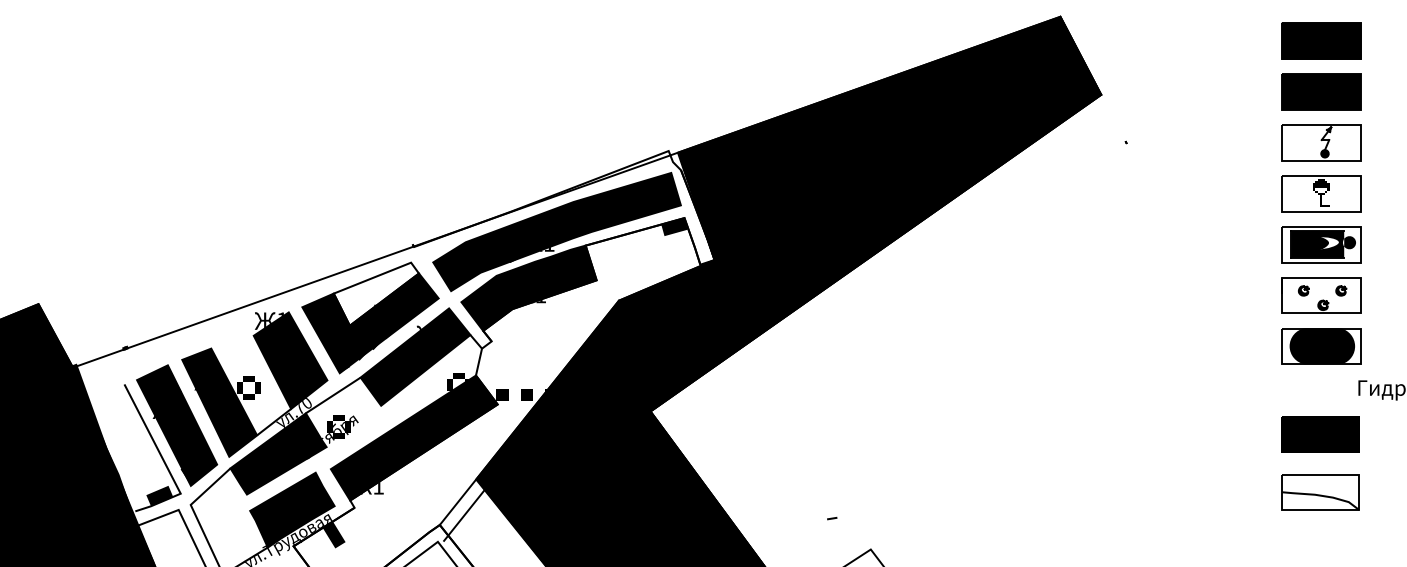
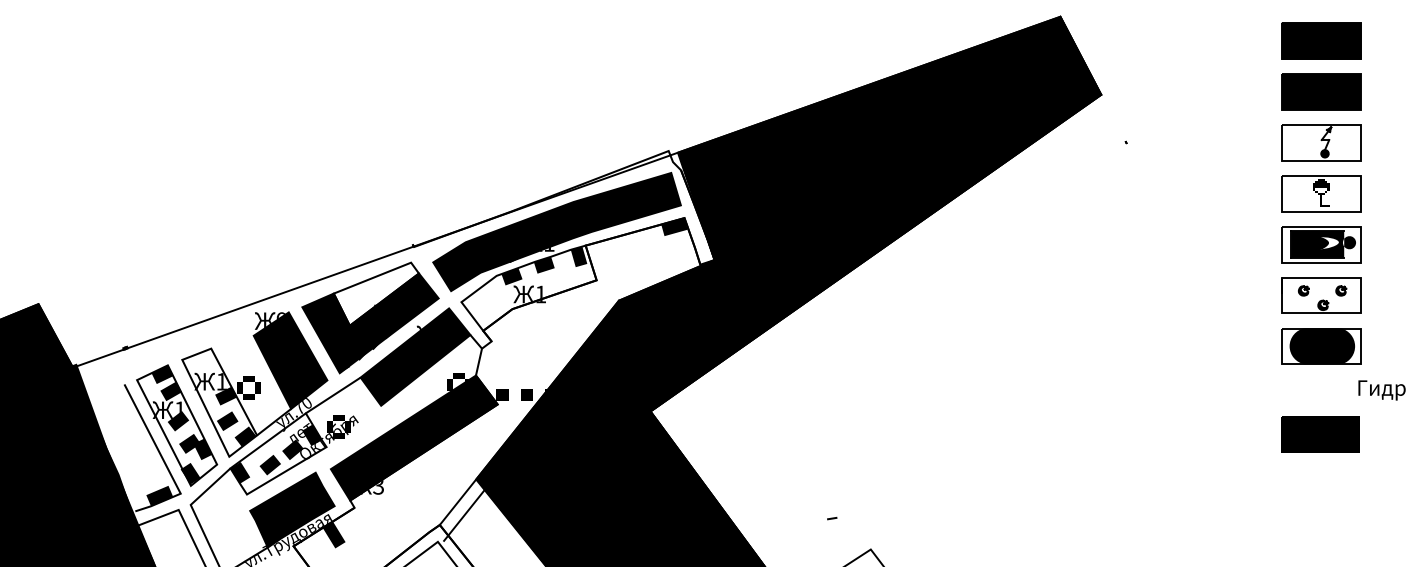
fill at (528, 287): present -> none
text at (280, 315): 1 -> 9
fill at (219, 402): present -> none
fill at (177, 425): present -> none
fill at (278, 453): present -> none
text at (378, 487): 1 -> 3
part at (1320, 492): present -> none
